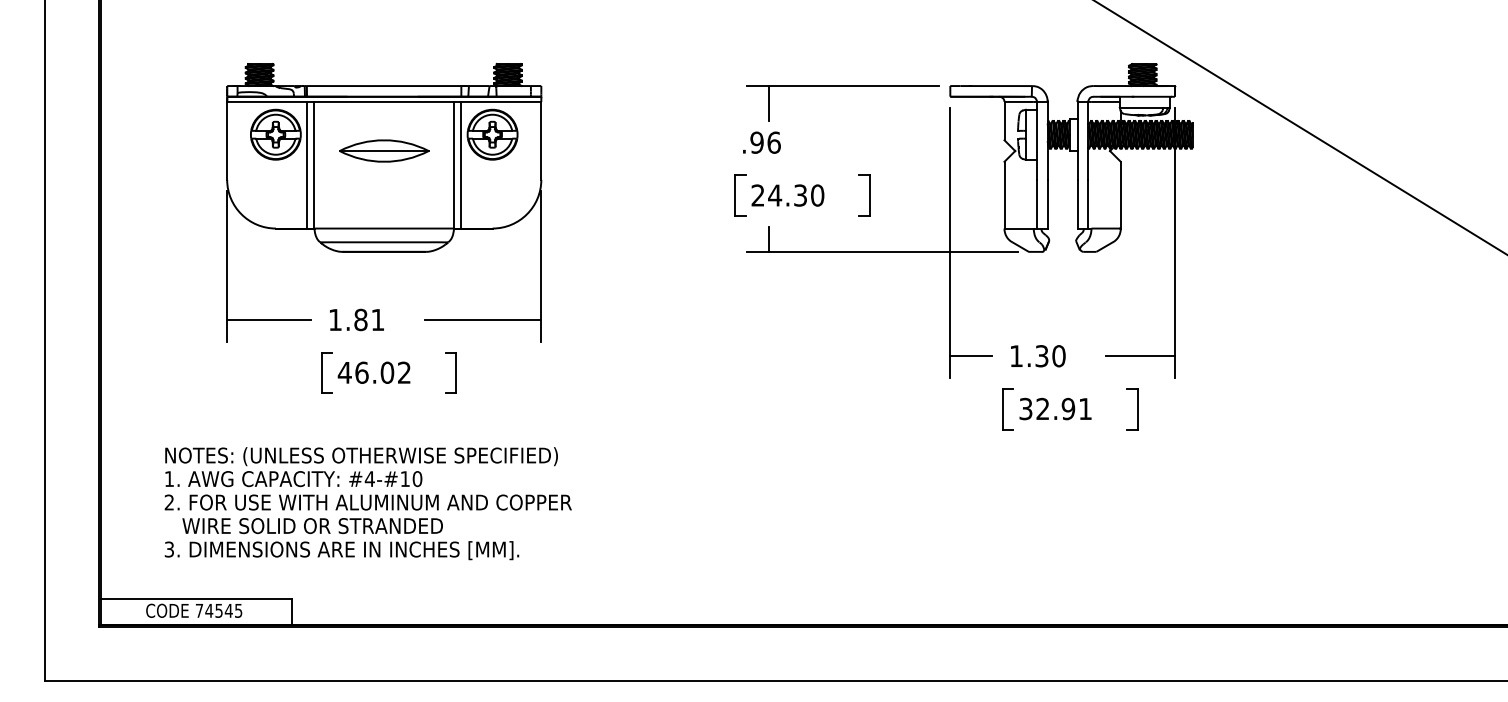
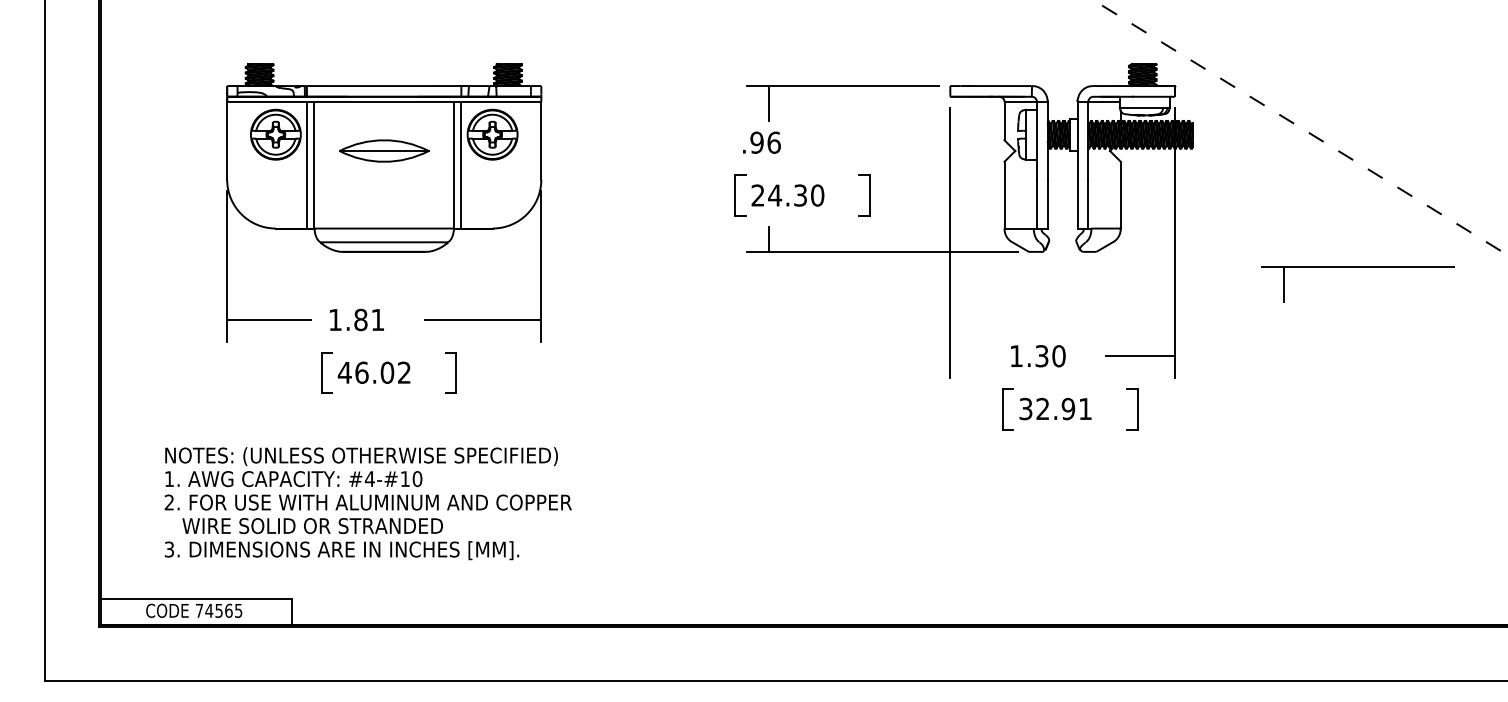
line at (1300, 127): solid -> dashed
part at (1357, 267): none -> present
line at (970, 356): present -> none
text at (228, 610): 74545 -> 74565
